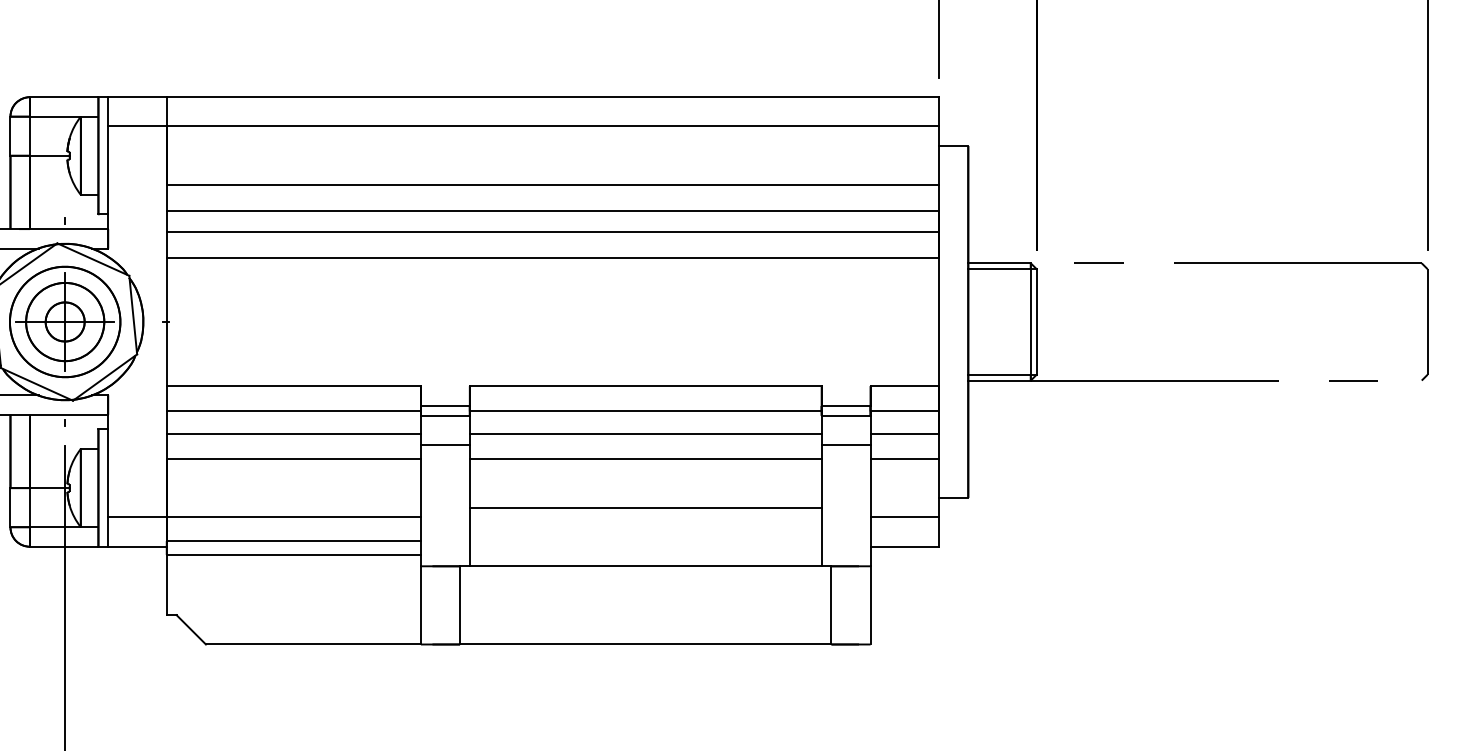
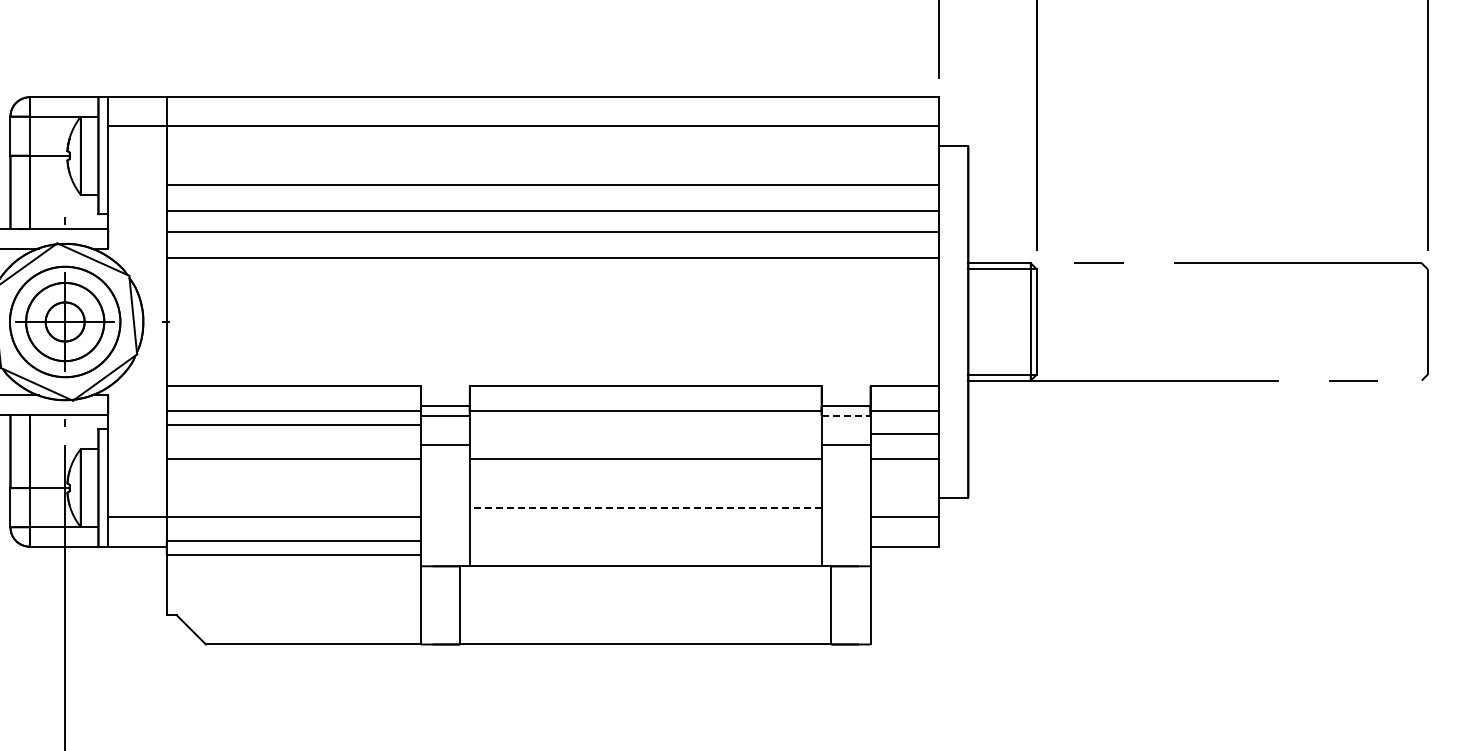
line at (846, 415): solid -> dashed
line at (293, 433) position: (293, 433) -> (293, 424)
line at (645, 433): present -> none
line at (645, 507): solid -> dashed
